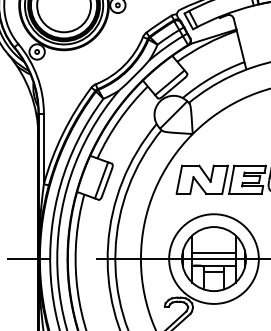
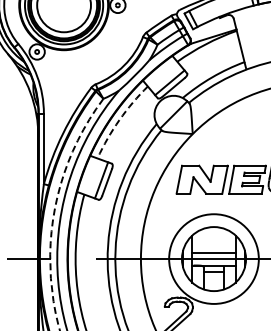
arc at (119, 120): solid -> dashed
arc at (54, 209): solid -> dashed
